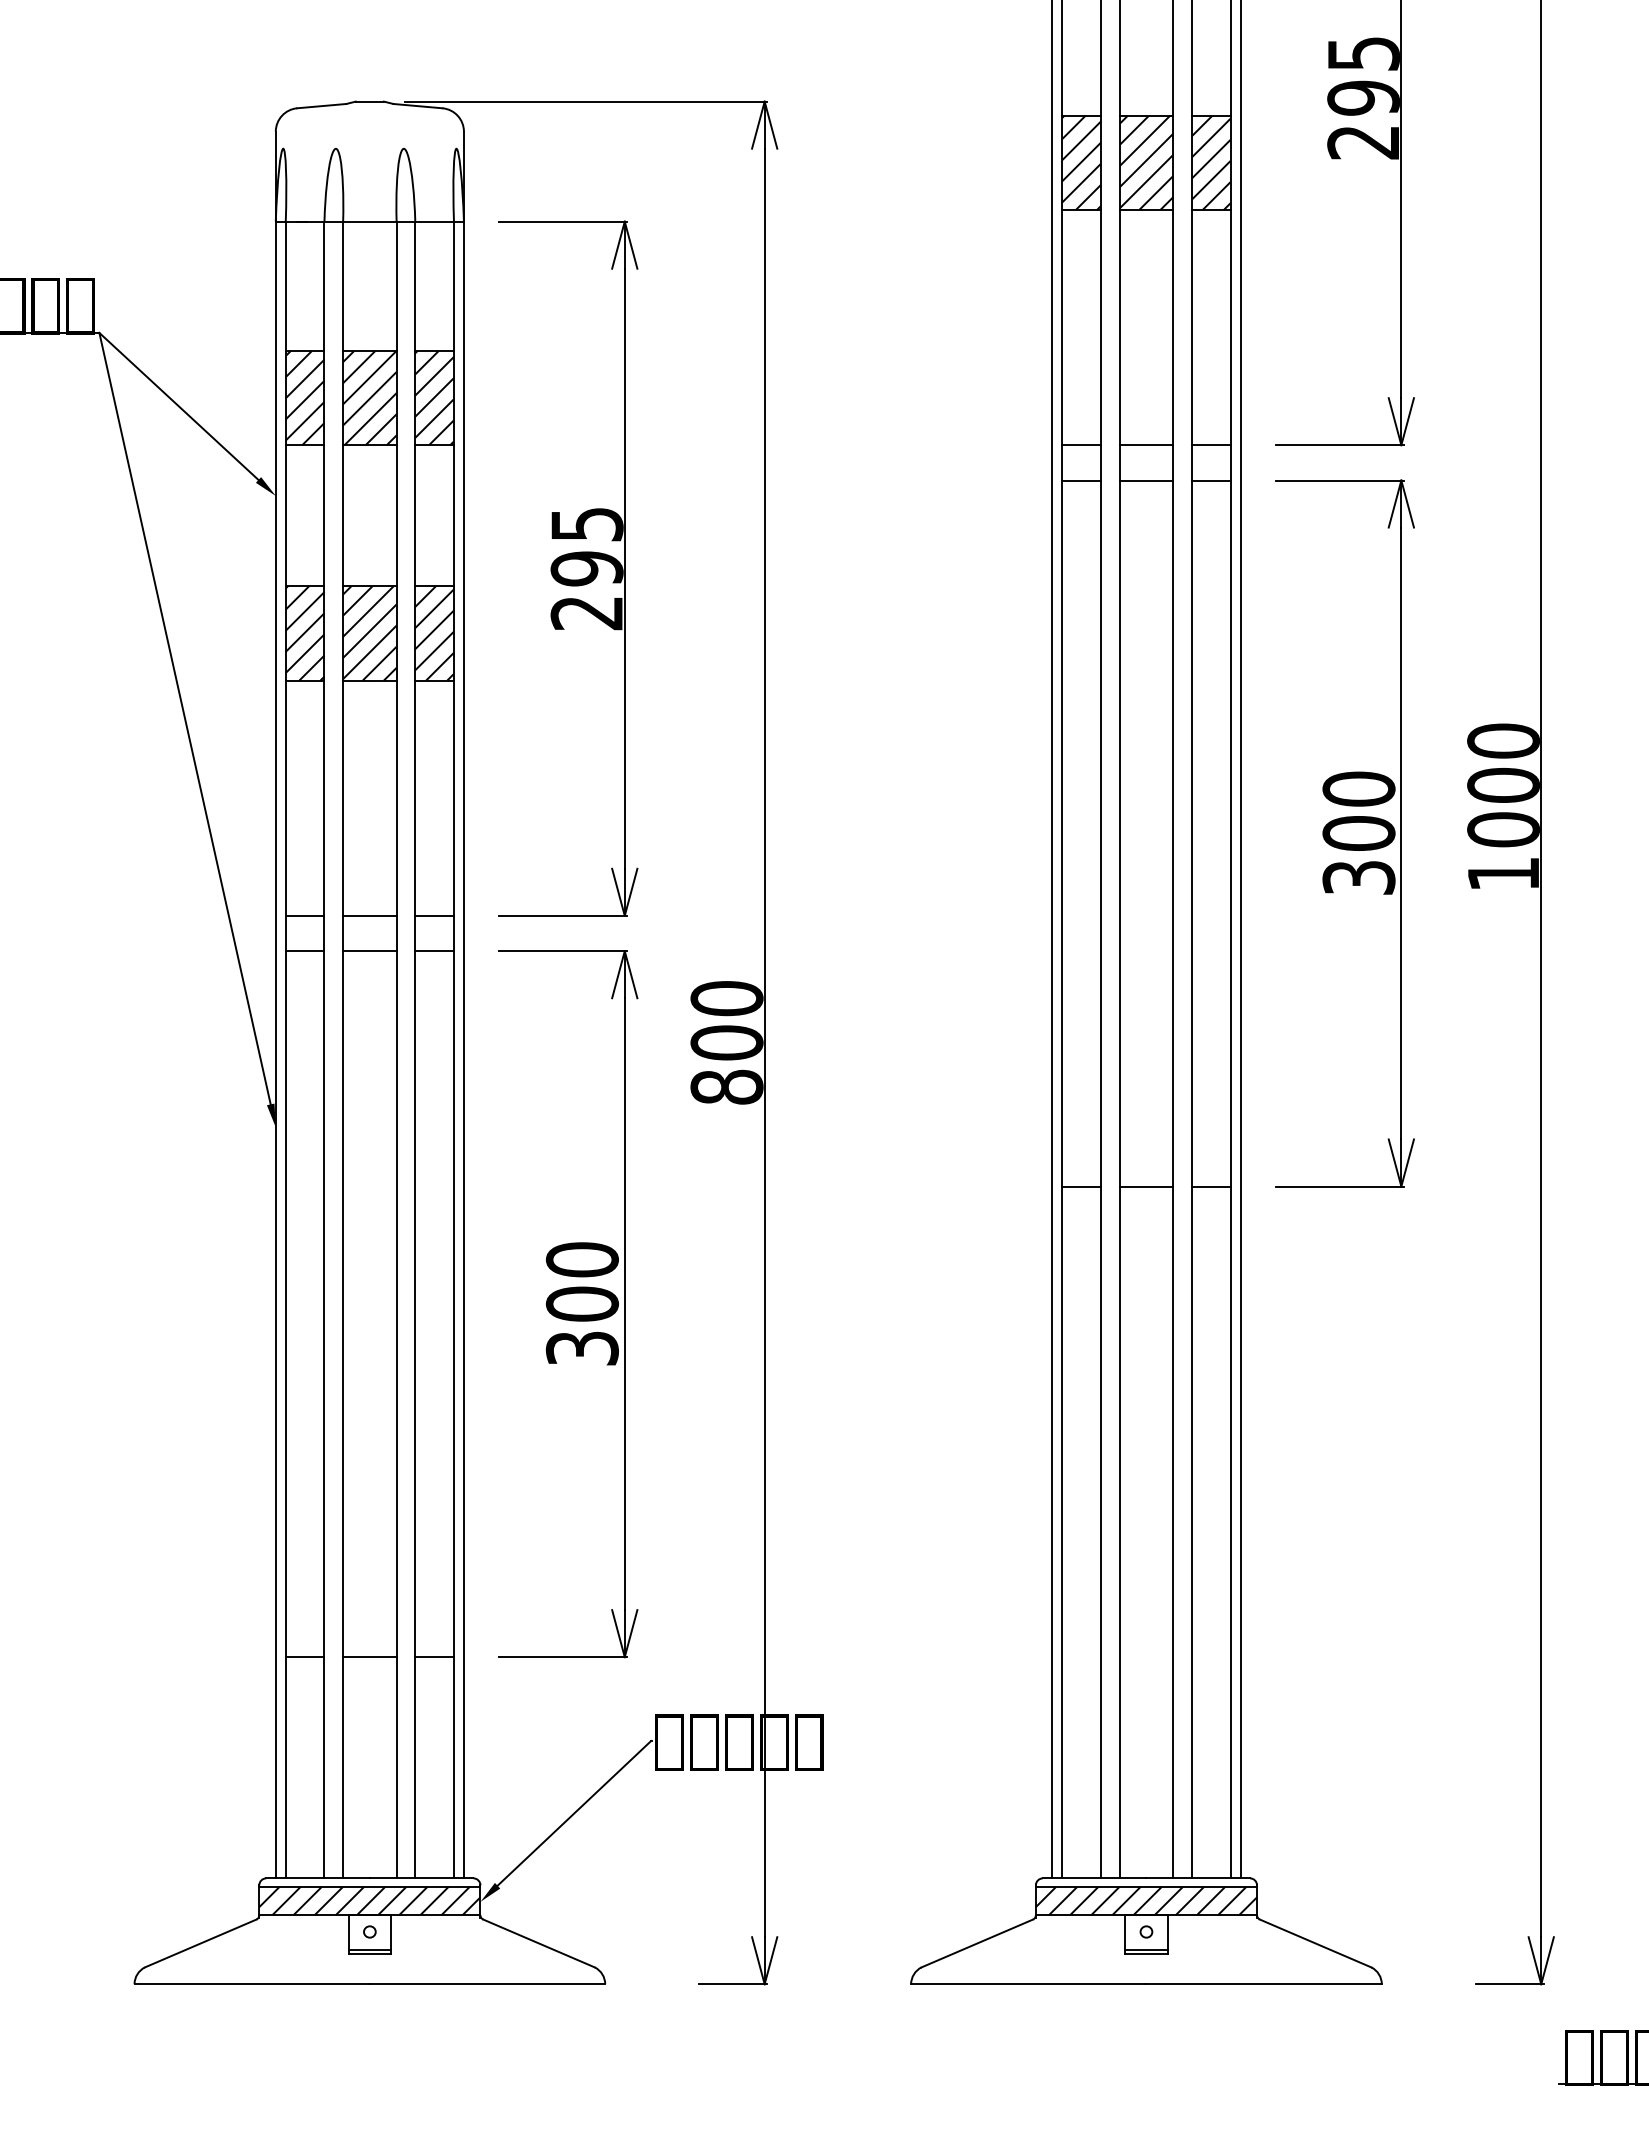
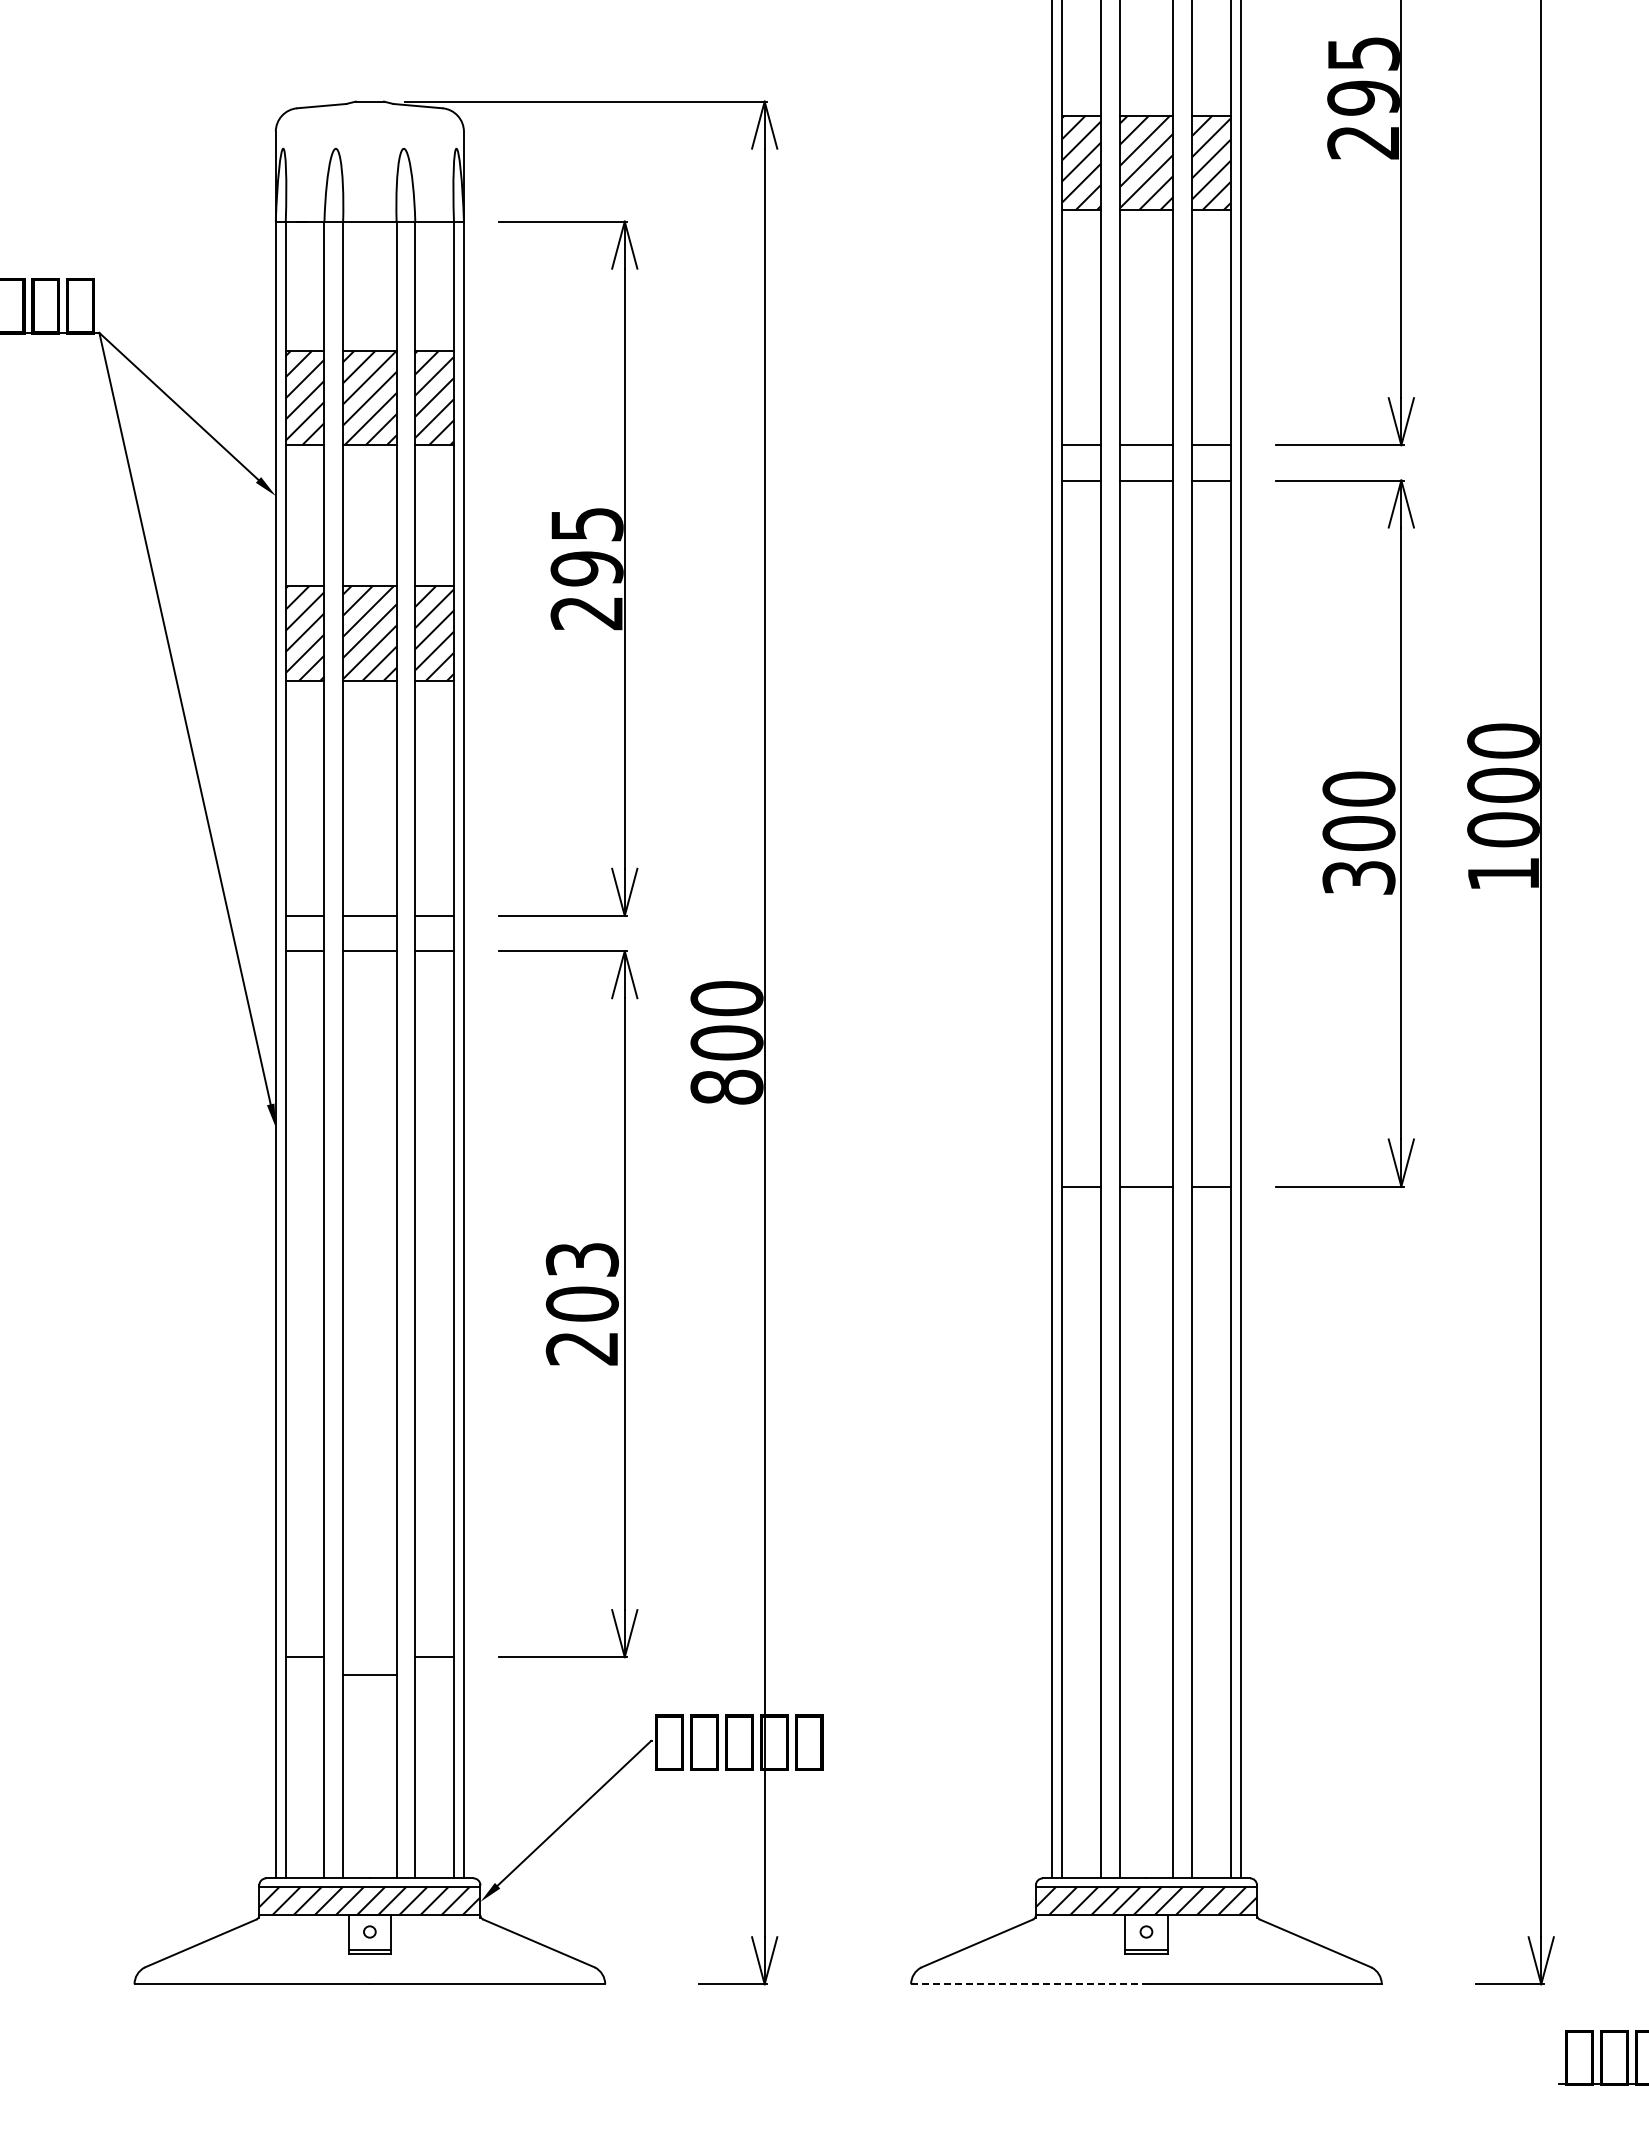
text at (581, 1303): 300 -> 203
line at (369, 1657) position: (369, 1657) -> (369, 1675)
line at (1028, 1984): solid -> dashed
